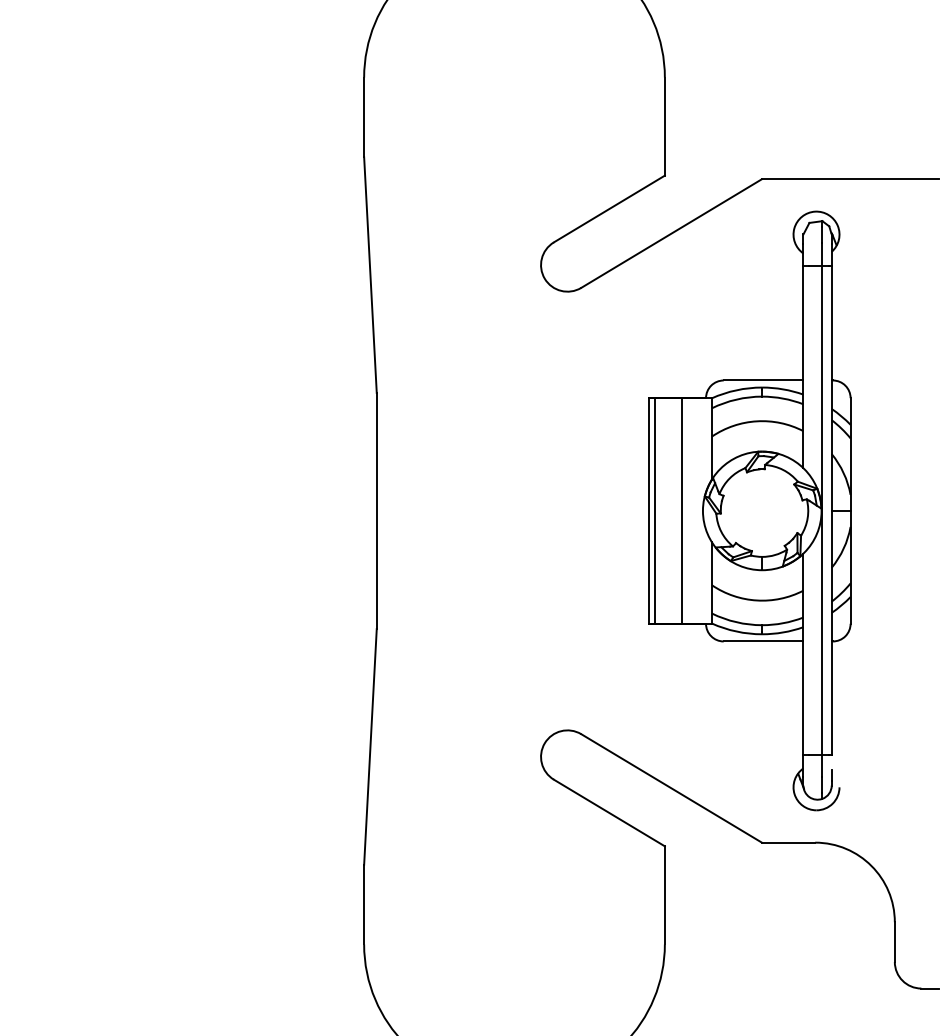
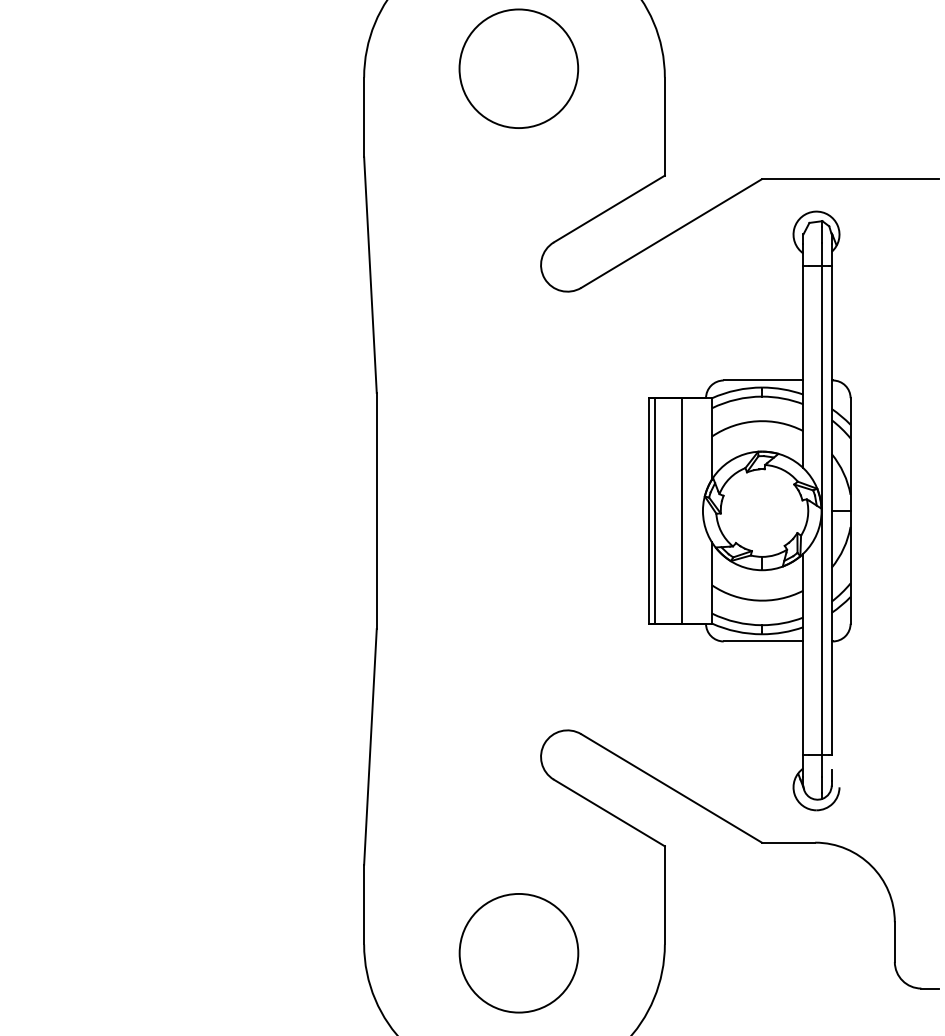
circle at (518, 68): none -> present
circle at (518, 953): none -> present
